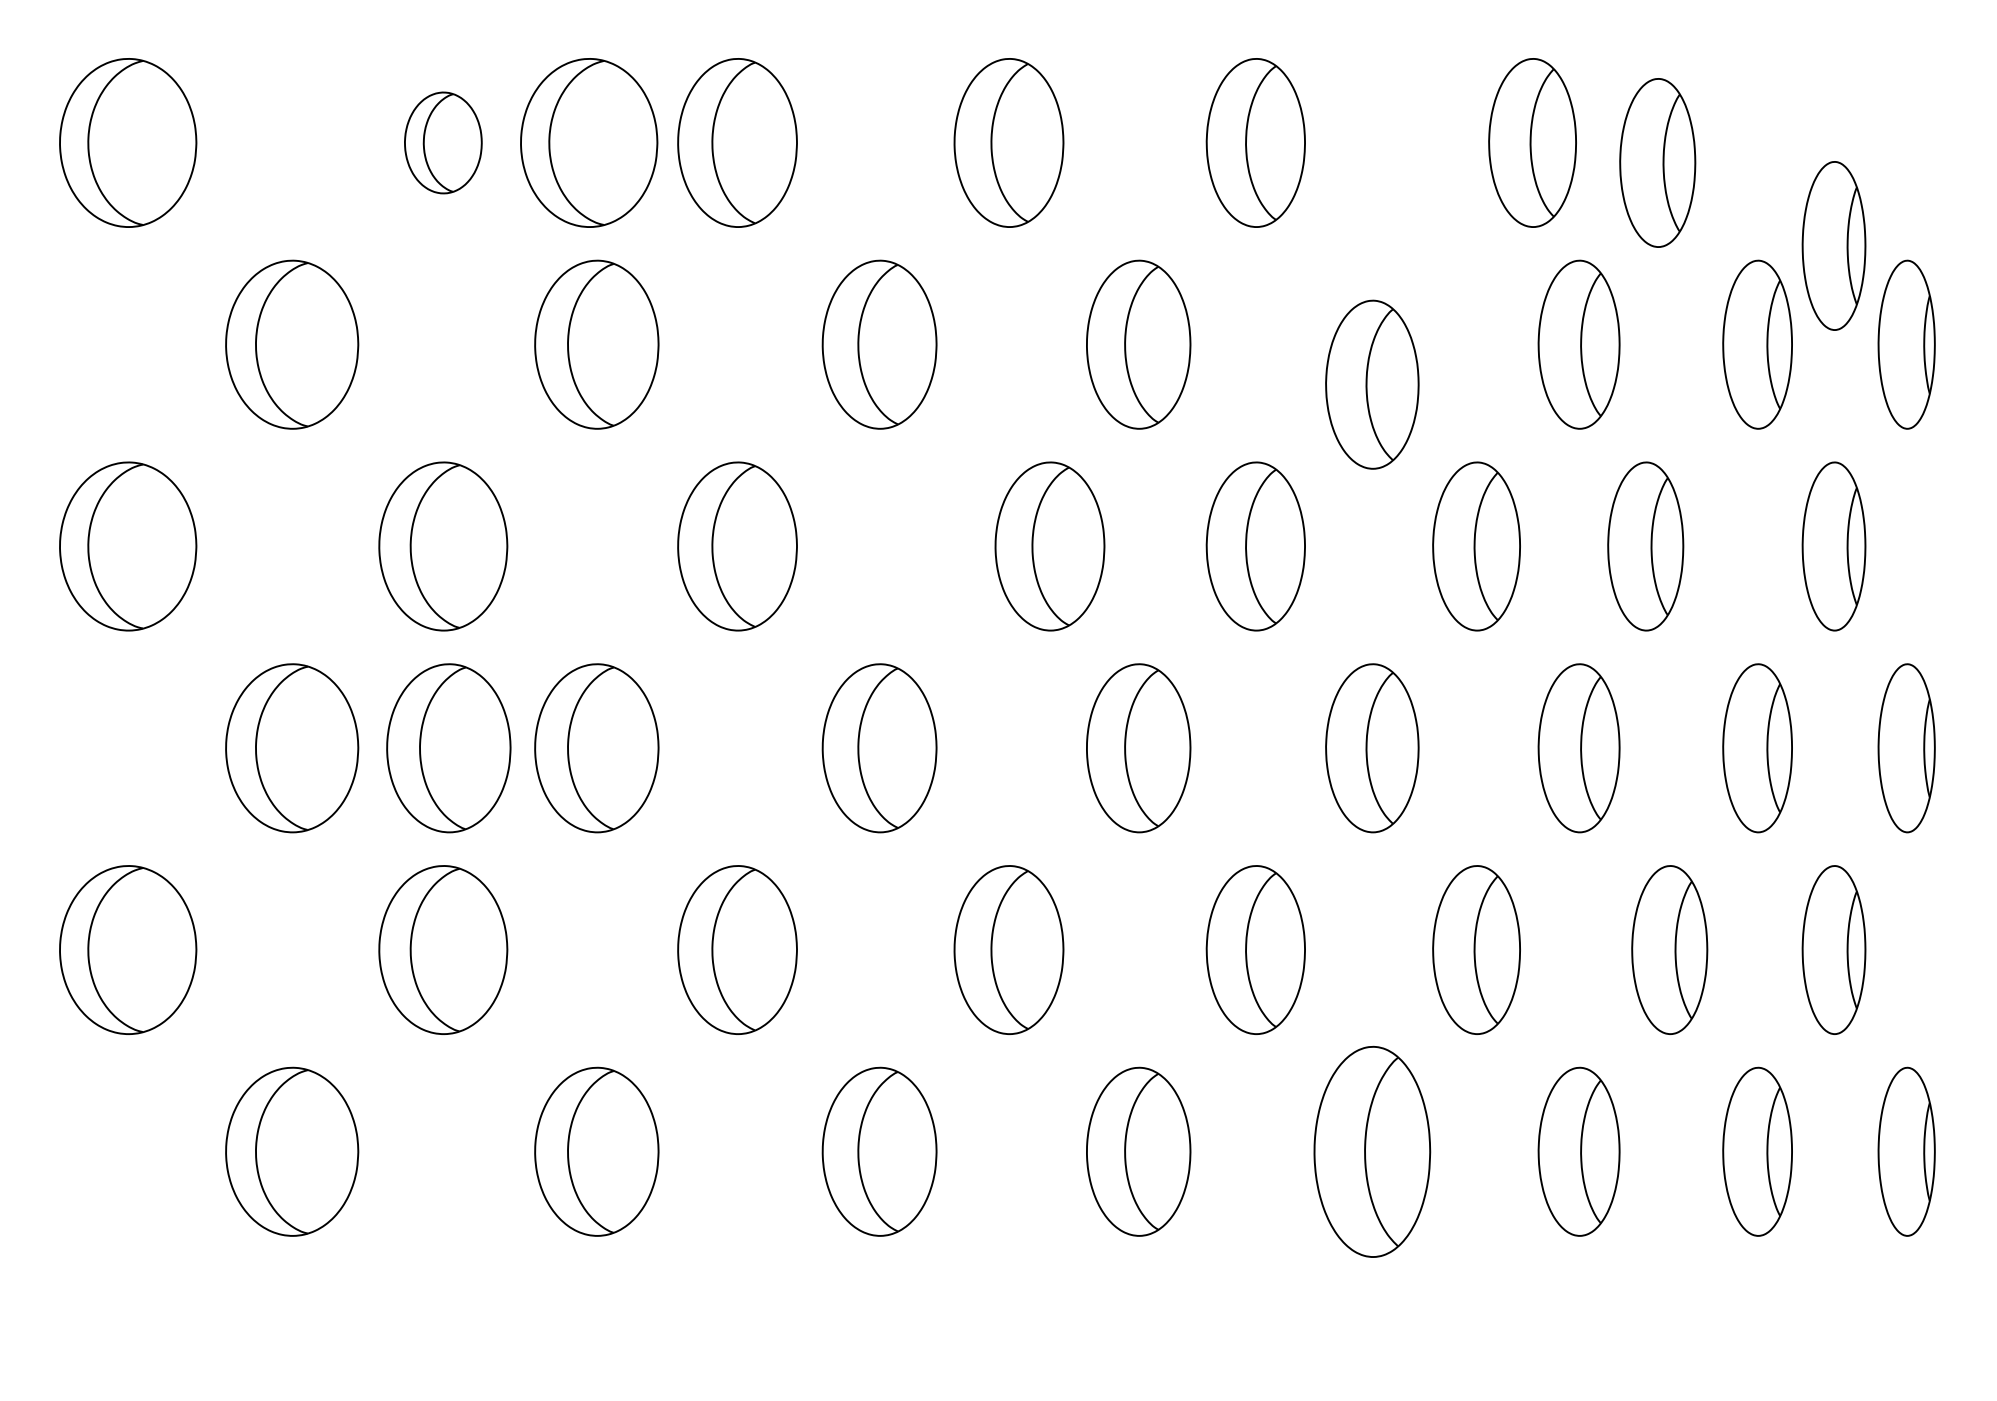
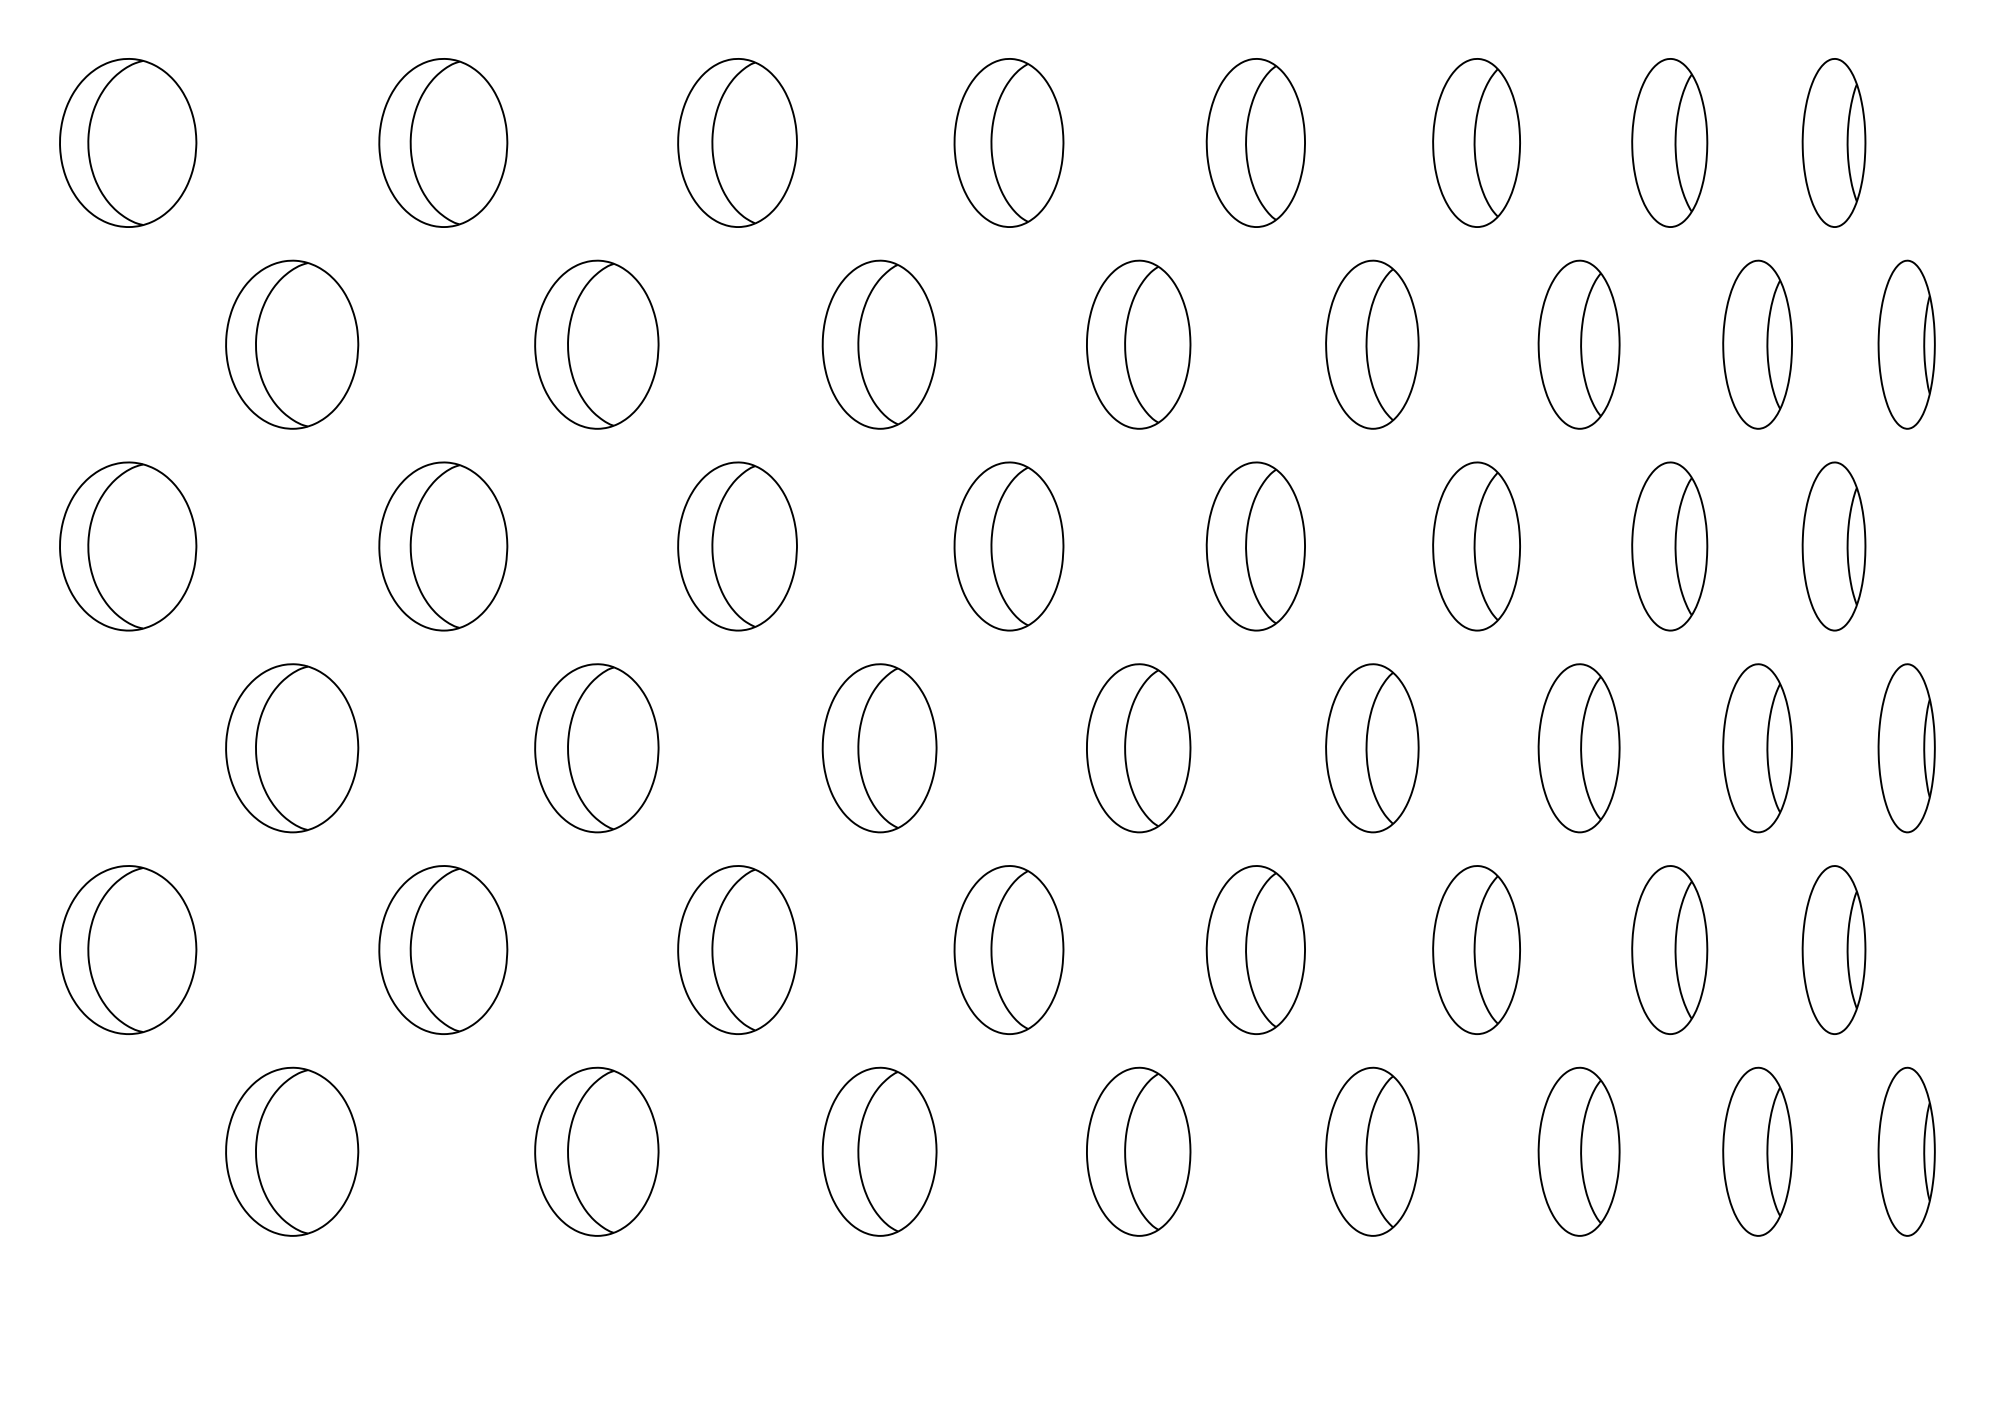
part at (443, 142) size: 79x104 px -> 131x170 px
part at (589, 142): present -> none
part at (1532, 142) position: (1532, 142) -> (1476, 142)
part at (1657, 162) position: (1657, 162) -> (1669, 142)
part at (1833, 245) position: (1833, 245) -> (1833, 142)
part at (1372, 384) position: (1372, 384) -> (1372, 344)
part at (1049, 546) position: (1049, 546) -> (1008, 546)
part at (1645, 546) position: (1645, 546) -> (1669, 546)
part at (448, 748): present -> none
part at (1372, 1151) size: 119x213 px -> 95x171 px
